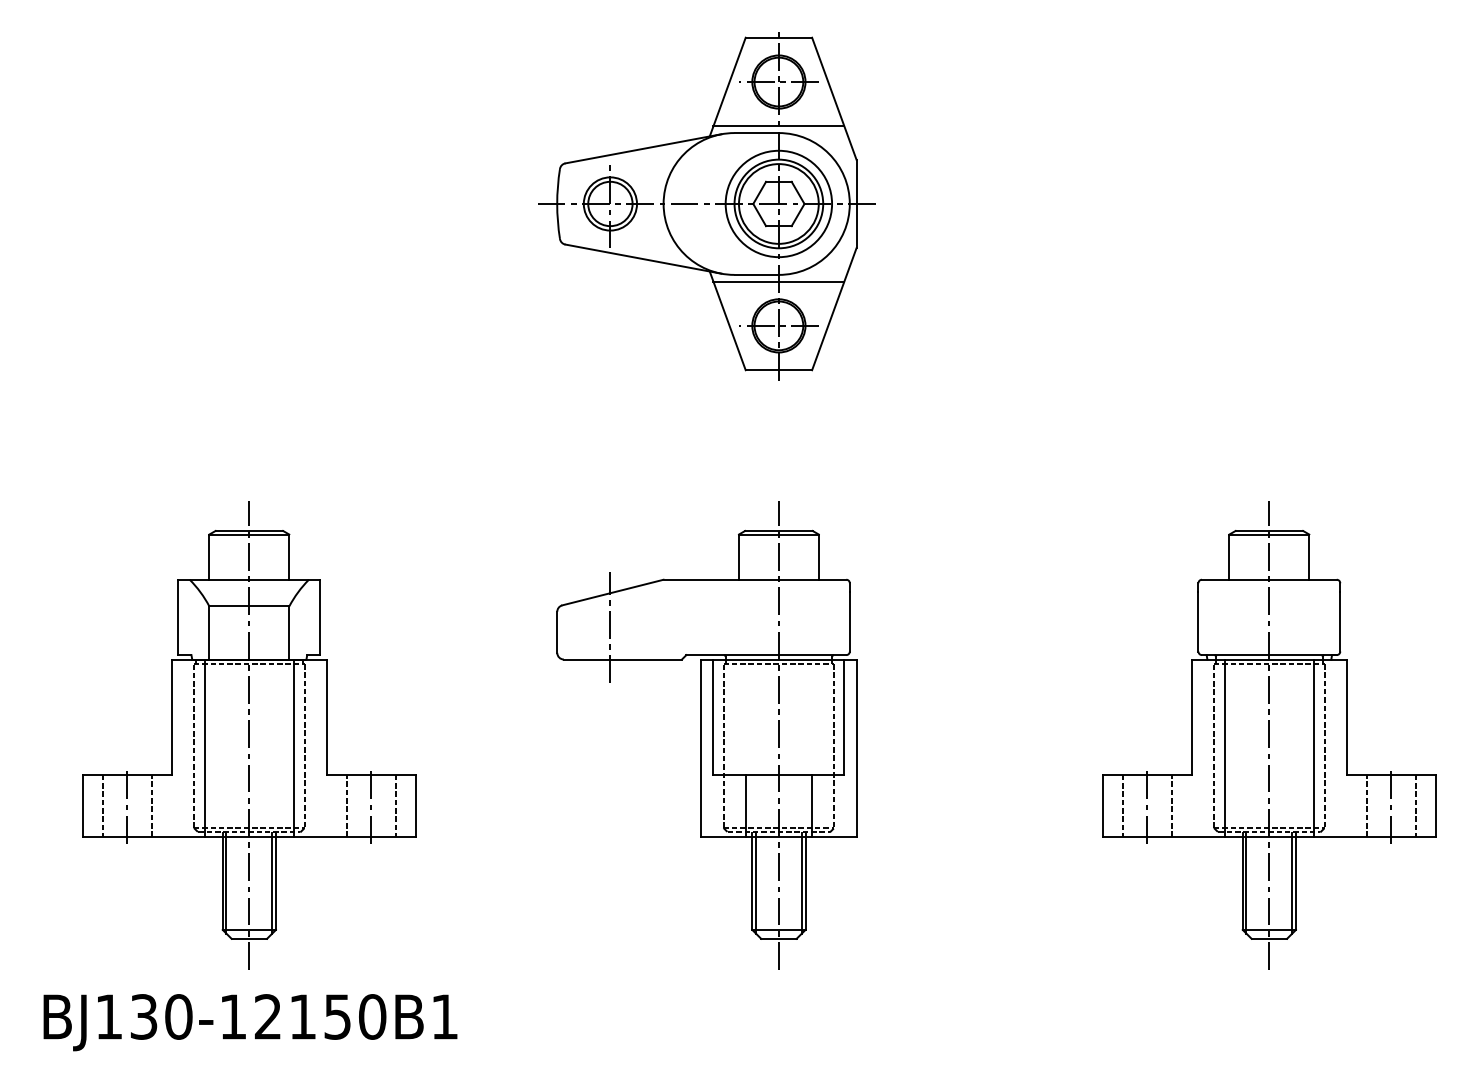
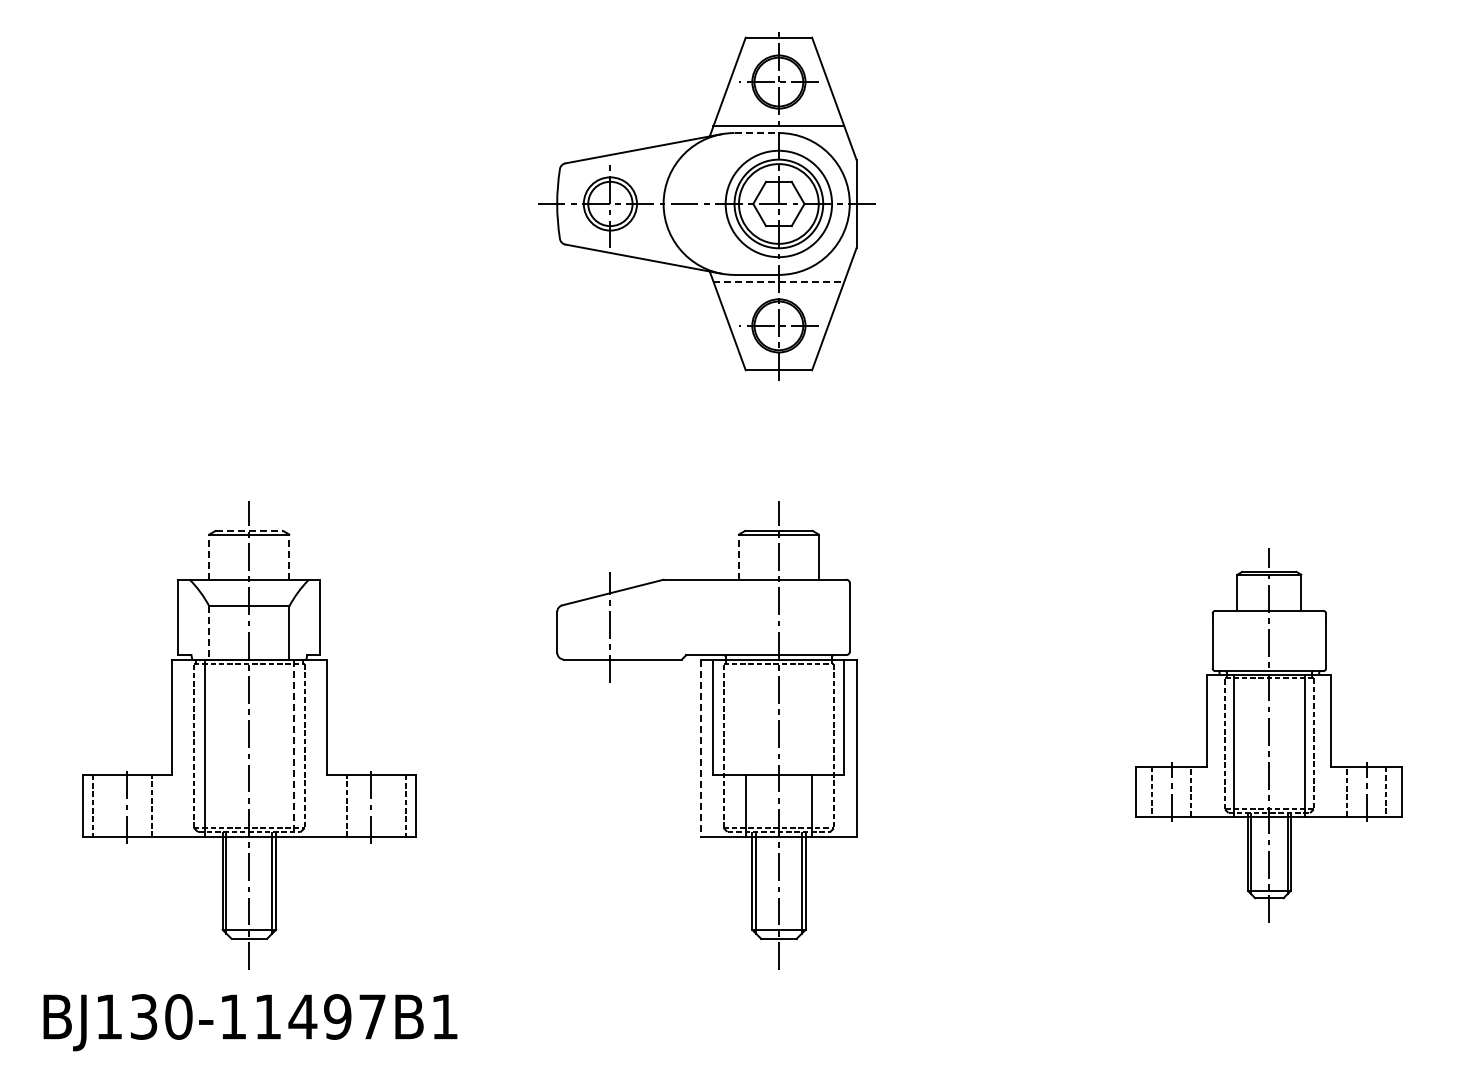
line at (757, 133): solid -> dashed
line at (779, 281): solid -> dashed
line at (249, 530): solid -> dashed
line at (209, 557): solid -> dashed
line at (289, 557): solid -> dashed
line at (739, 557): solid -> dashed
line at (209, 632): solid -> dashed
part at (1269, 735) size: 335x469 px -> 268x375 px
line at (293, 748): solid -> dashed
line at (701, 748): solid -> dashed
line at (103, 805) position: (103, 805) -> (93, 805)
line at (395, 805) position: (395, 805) -> (405, 805)
text at (320, 1016): BJ130-12150B1 -> BJ130-11497B1
